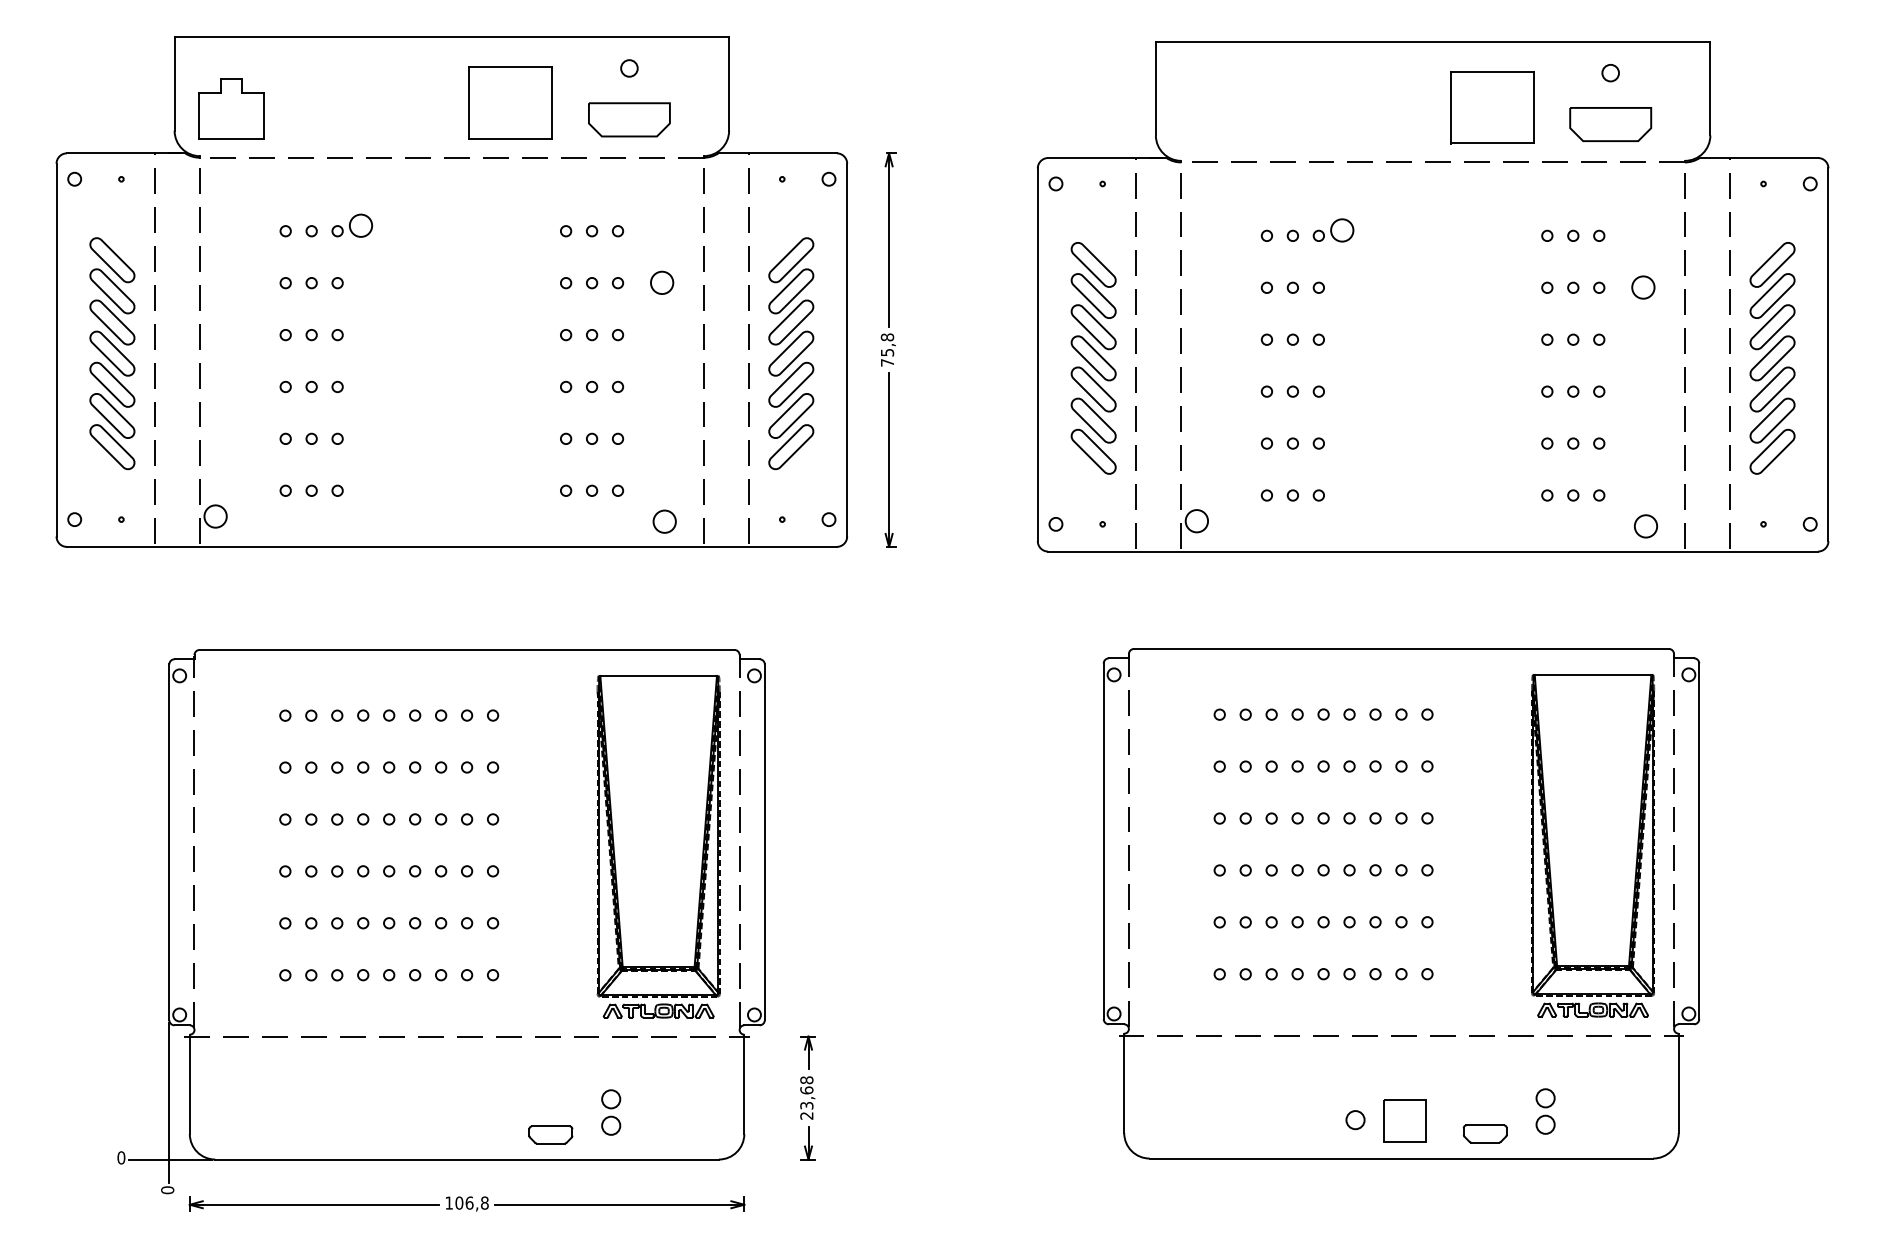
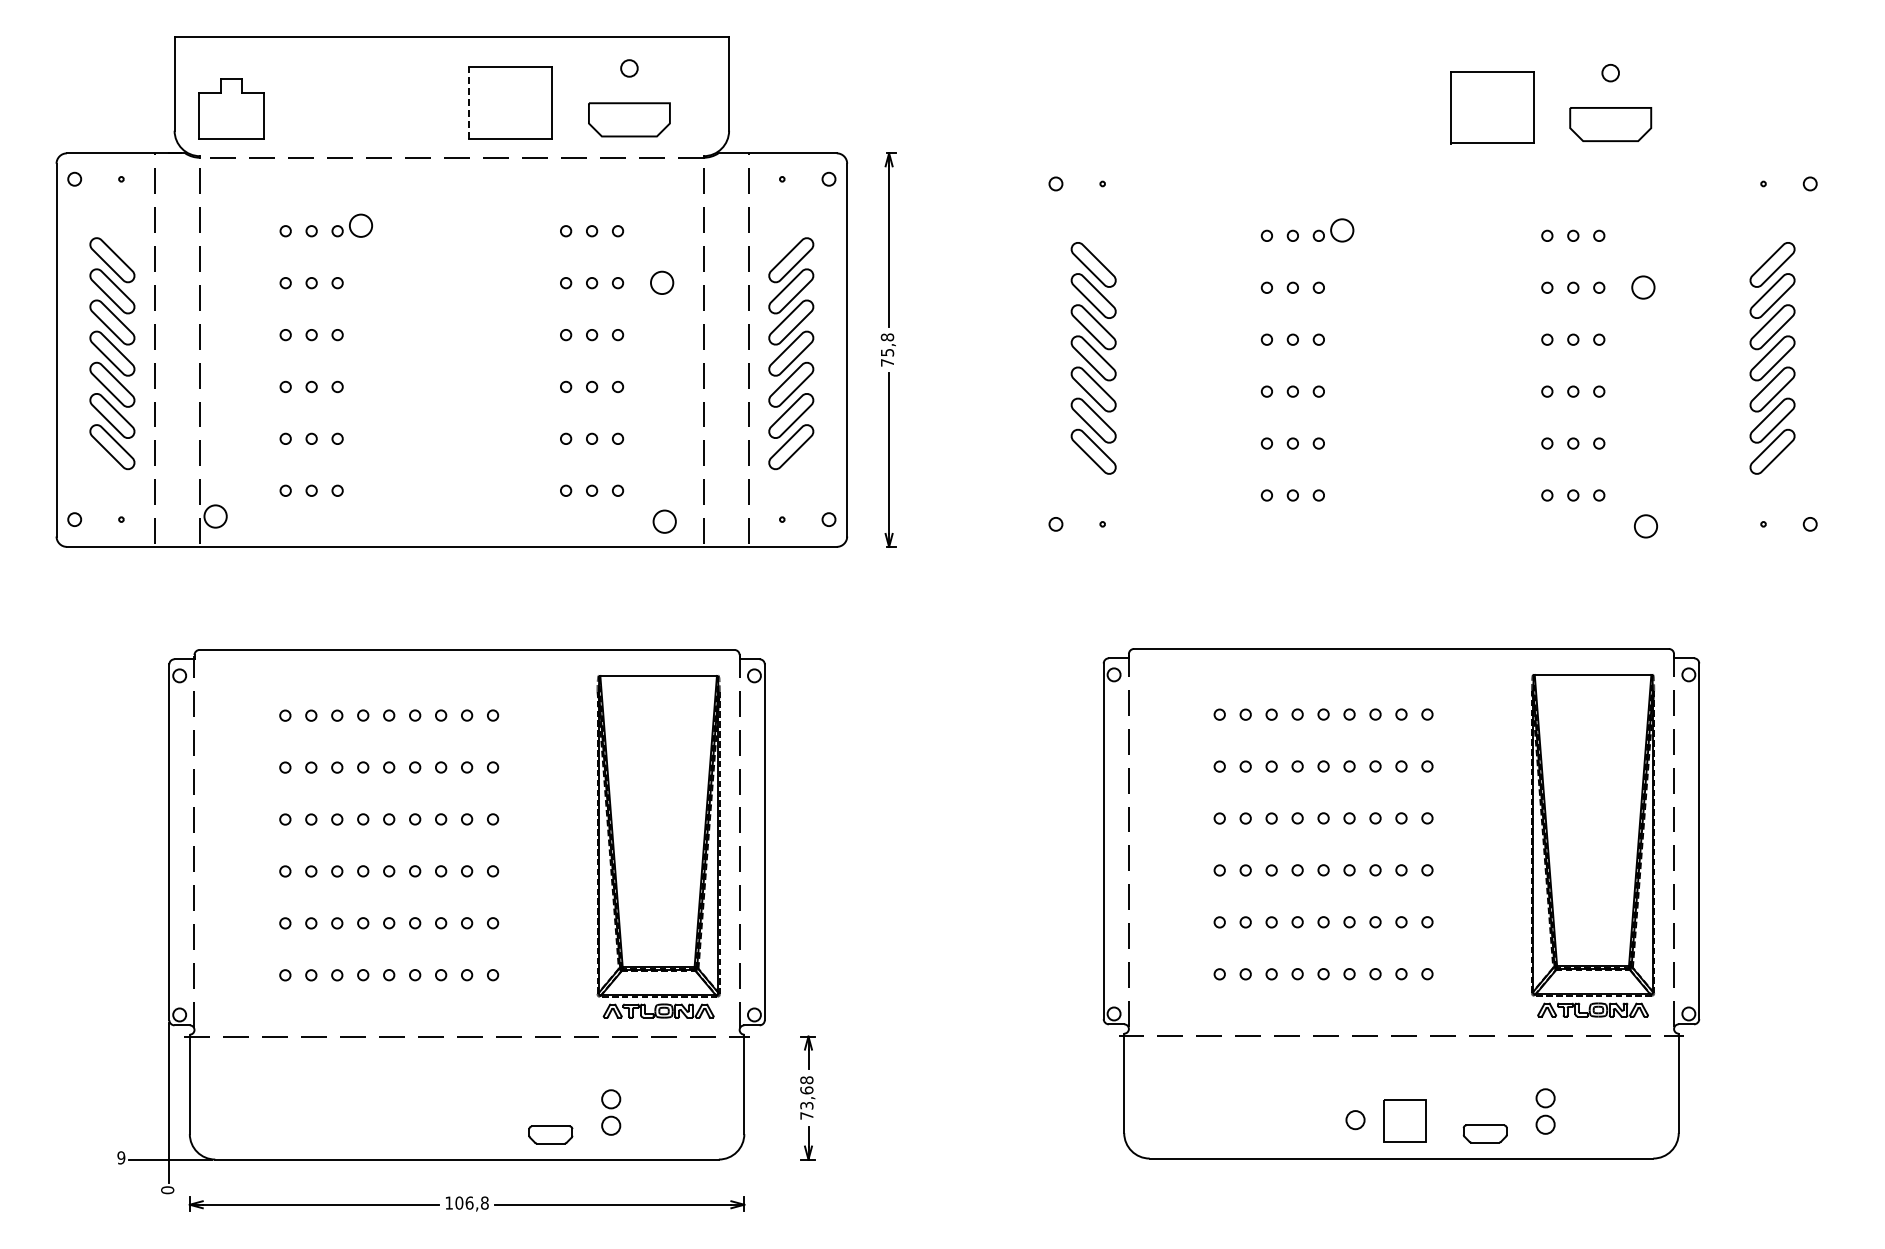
line at (469, 102): solid -> dashed
part at (1433, 296): present -> none
text at (806, 1115): 23,68 -> 73,68
text at (121, 1157): 0 -> 9
